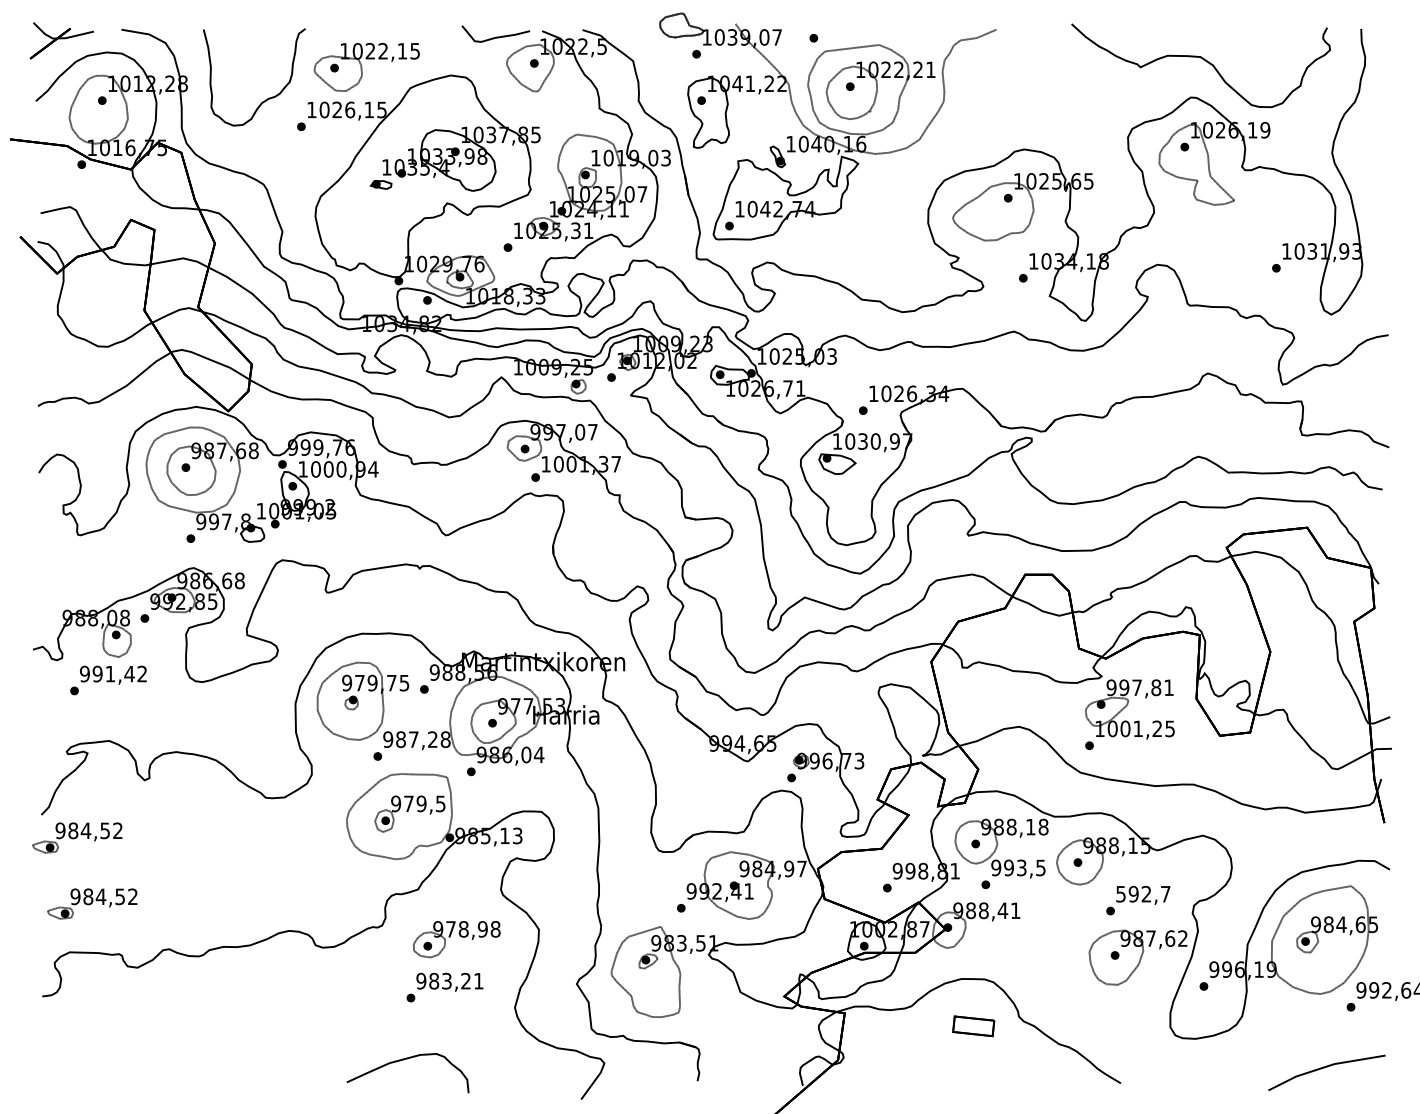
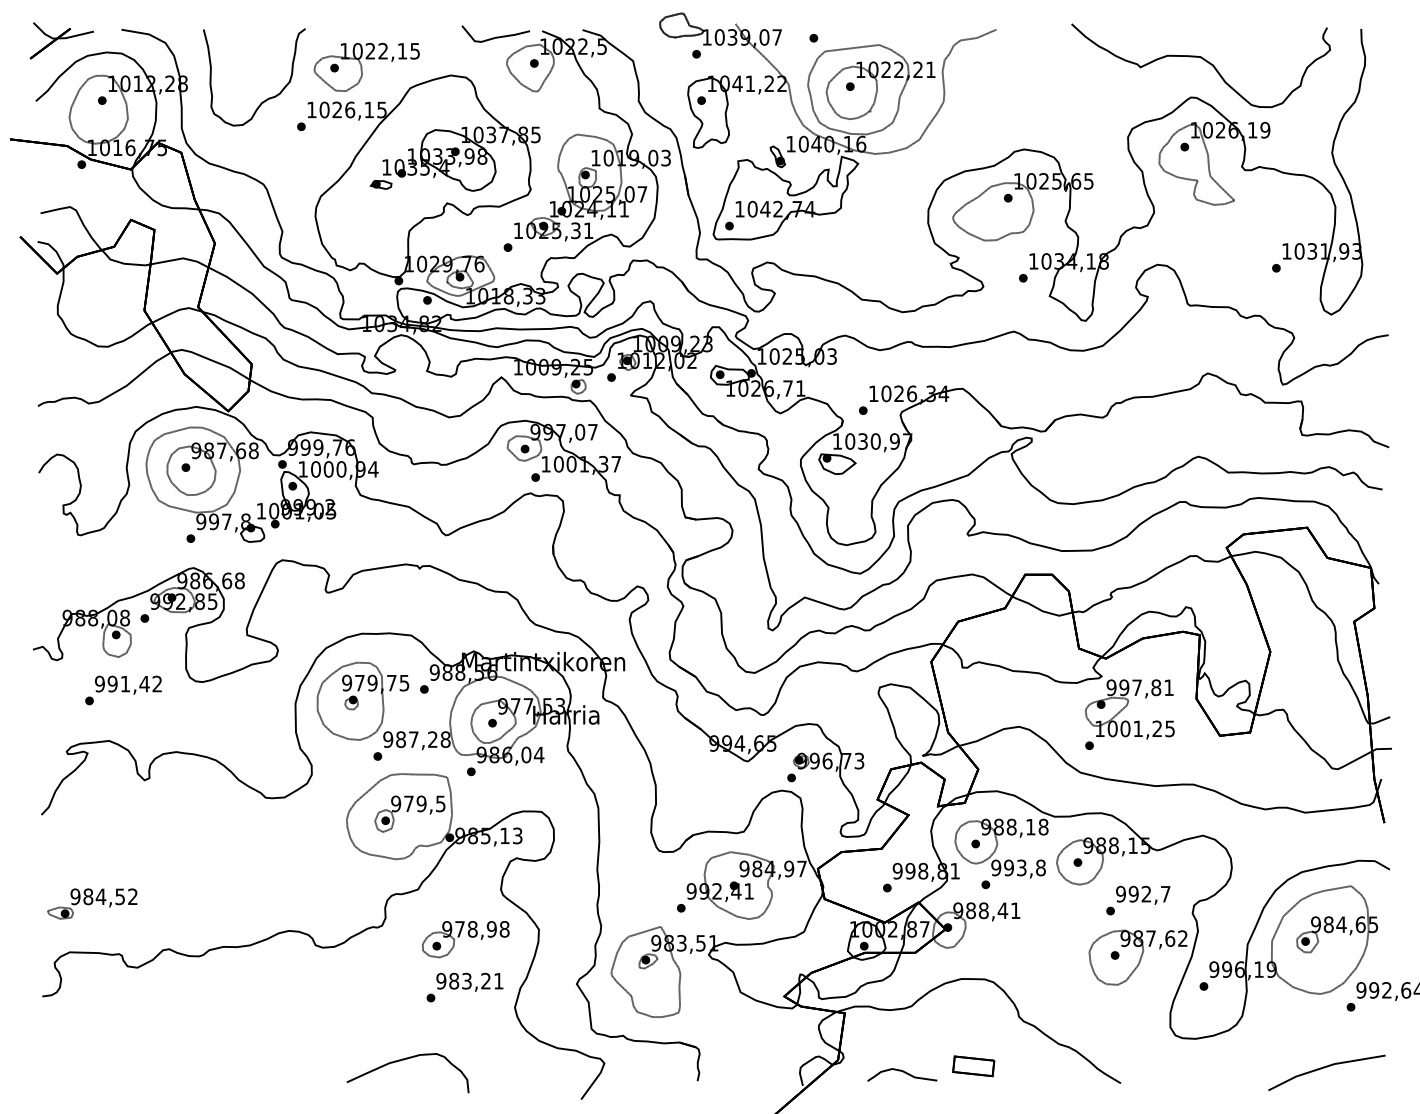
text at (108, 680) position: (108, 680) -> (123, 690)
part at (77, 837): present -> none
text at (1040, 867): 993,5 -> 993,8
text at (1120, 893): 592,7 -> 992,7
part at (456, 939) position: (456, 939) -> (465, 939)
text at (444, 987) position: (444, 987) -> (464, 987)
part at (973, 1026) position: (973, 1026) -> (973, 1066)
part at (902, 1074): none -> present
